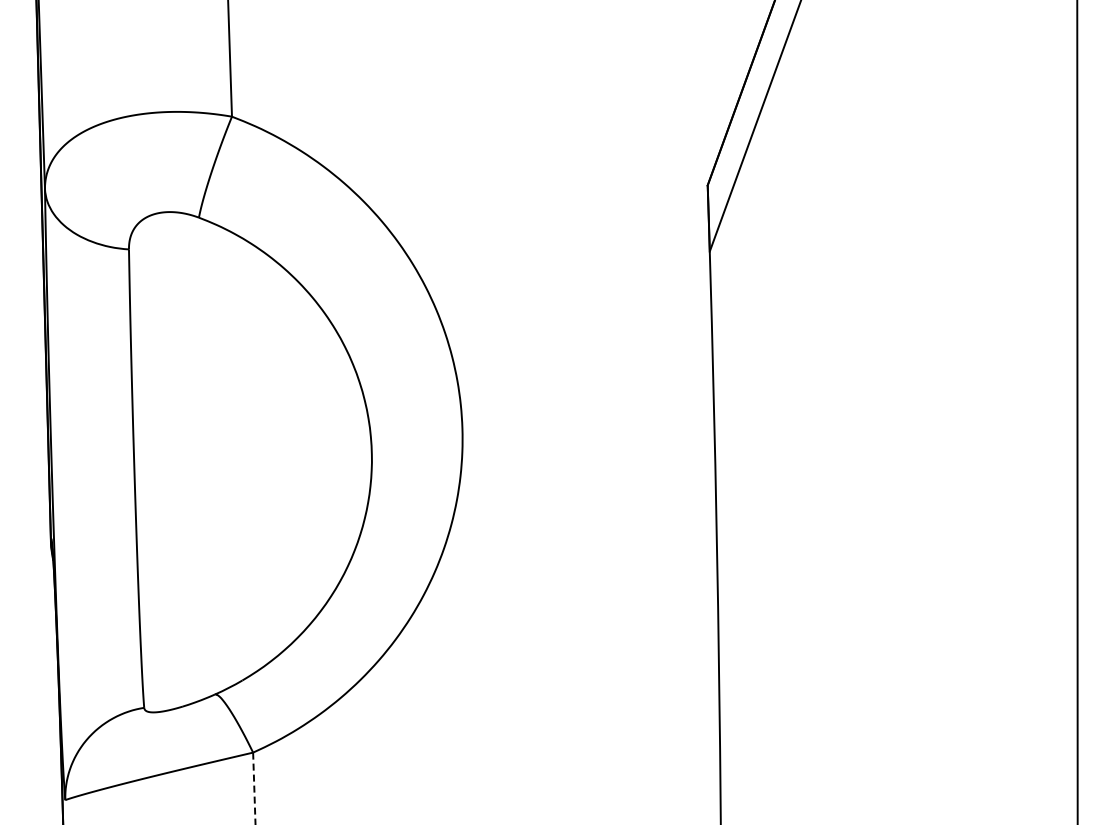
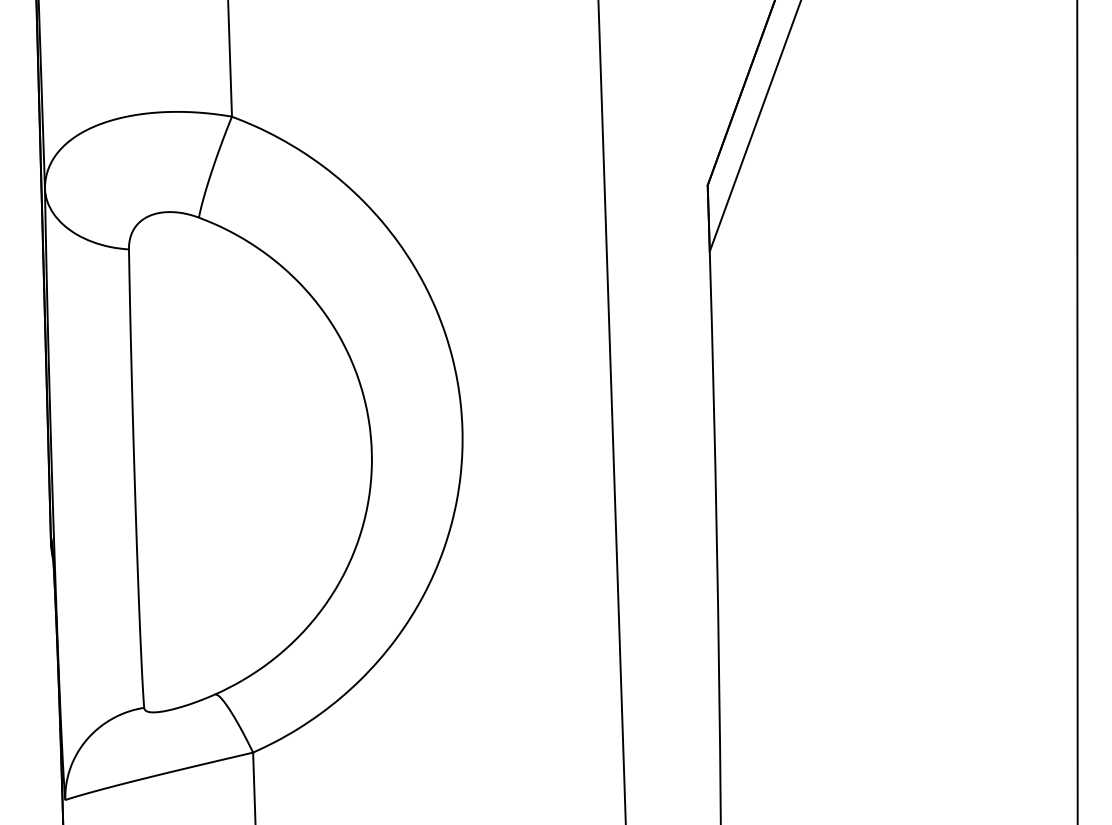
line at (611, 411): none -> present
line at (254, 788): dashed -> solid
